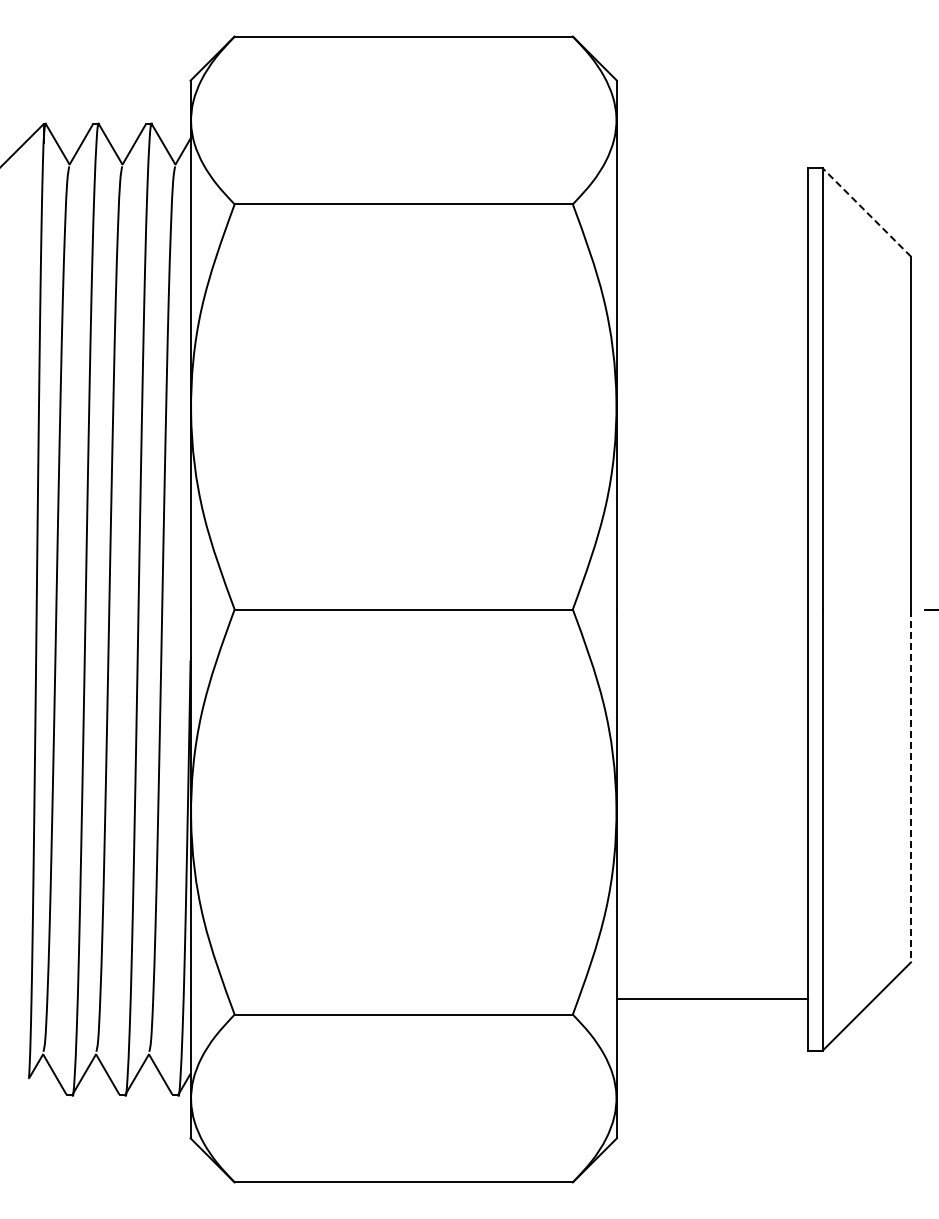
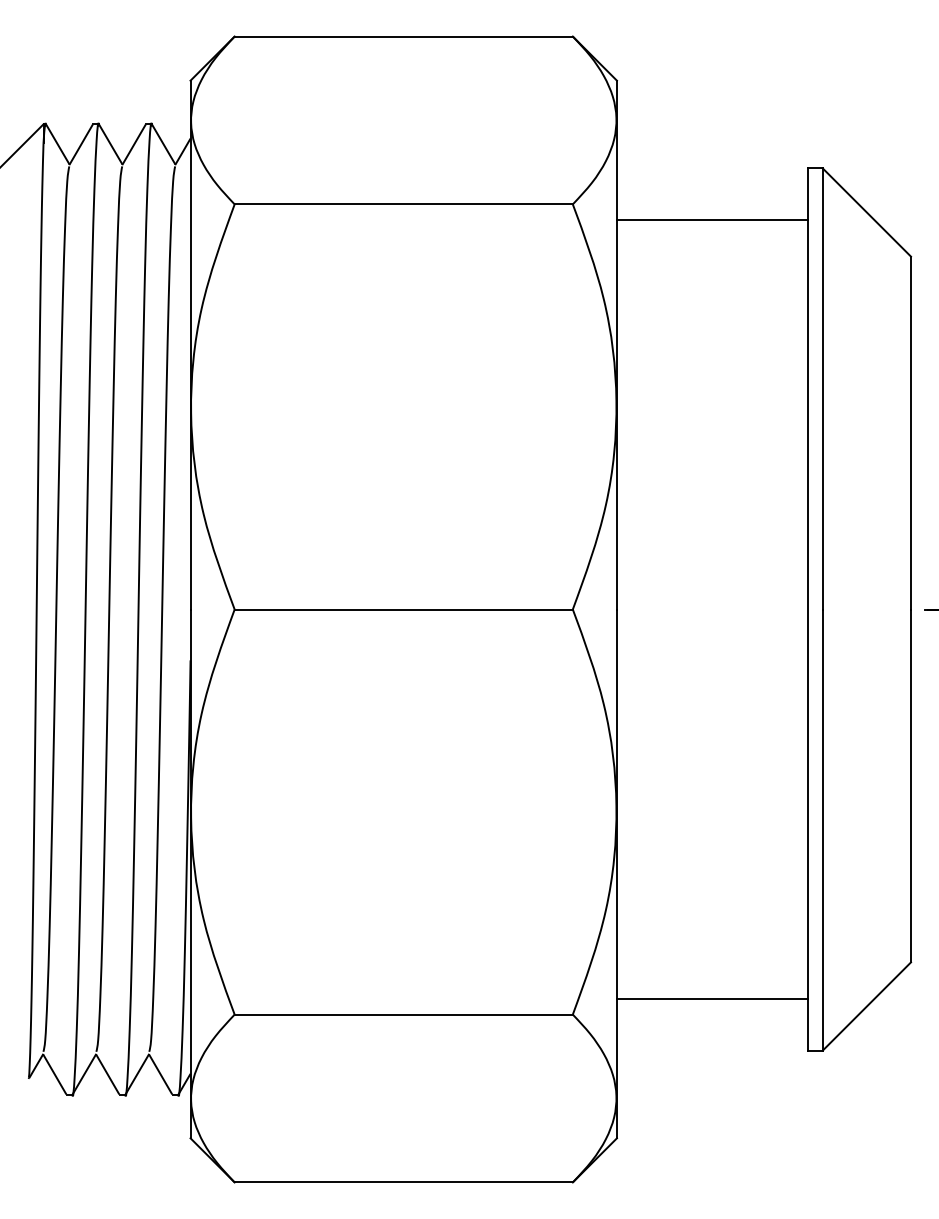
line at (866, 212): dashed -> solid
line at (712, 219): none -> present
line at (911, 786): dashed -> solid
